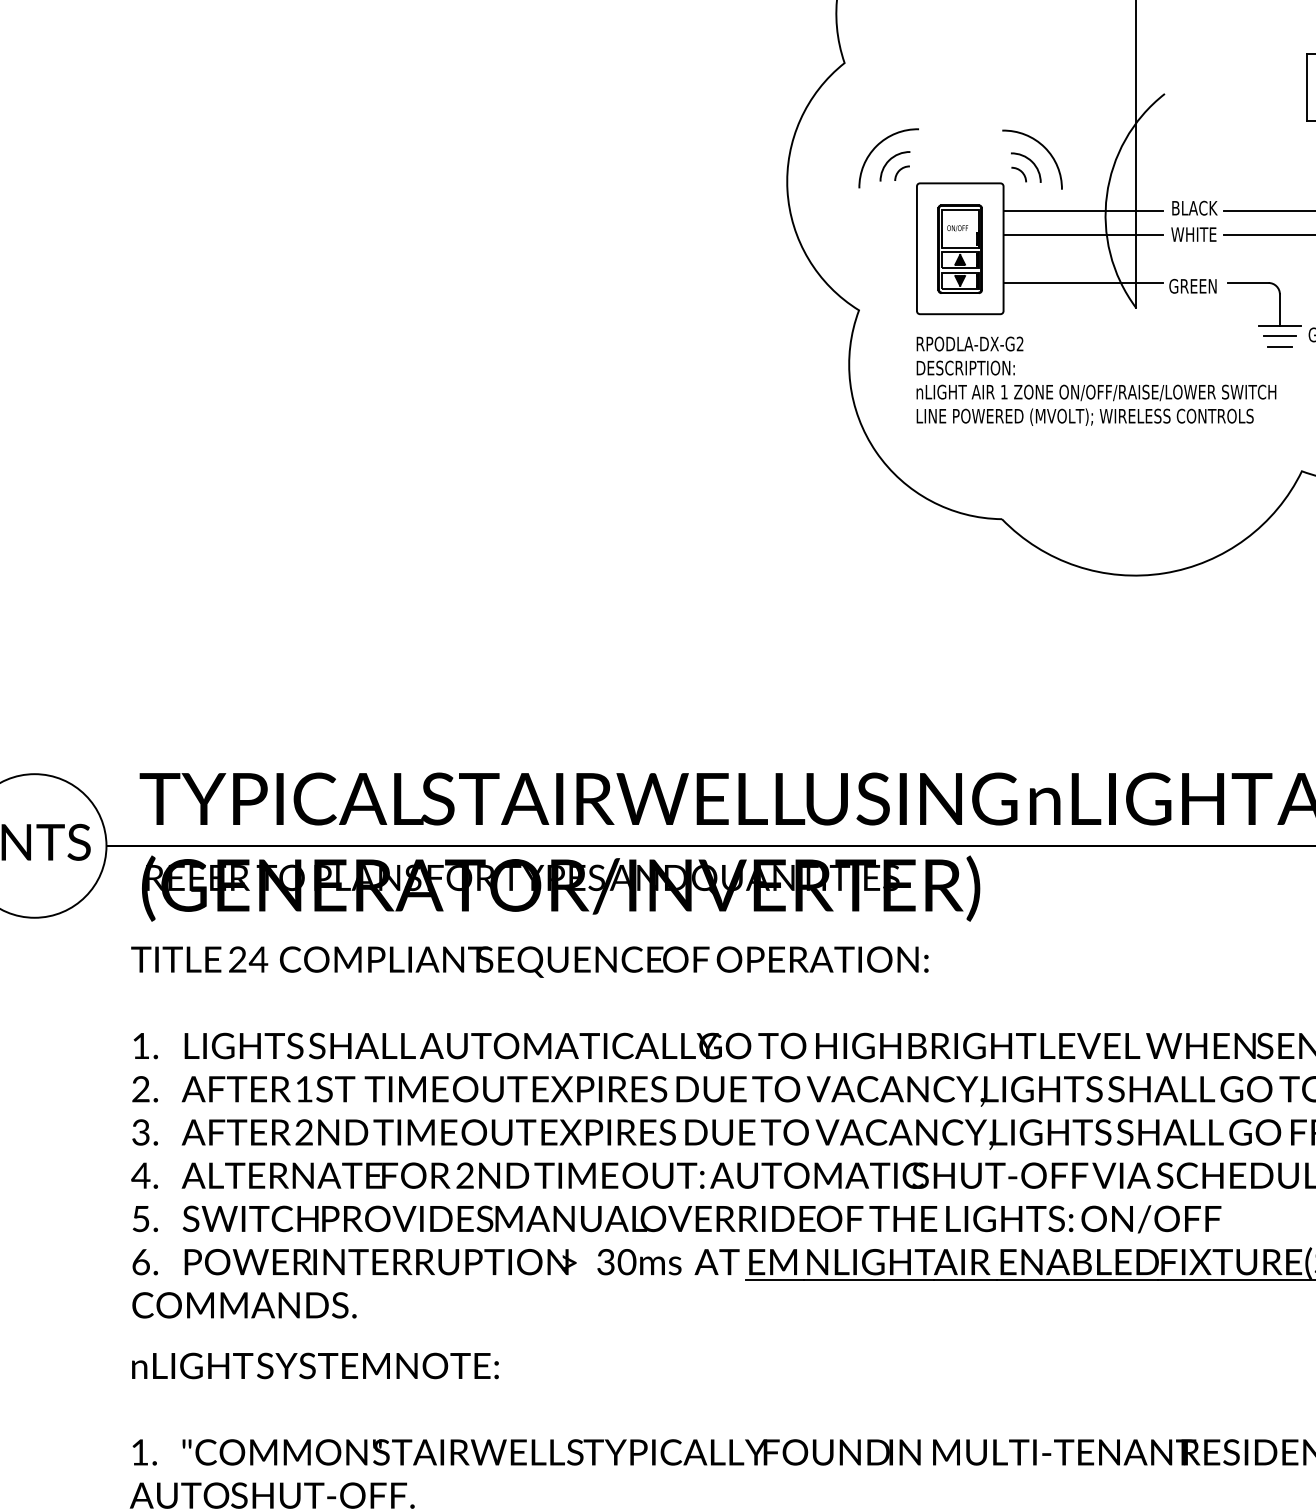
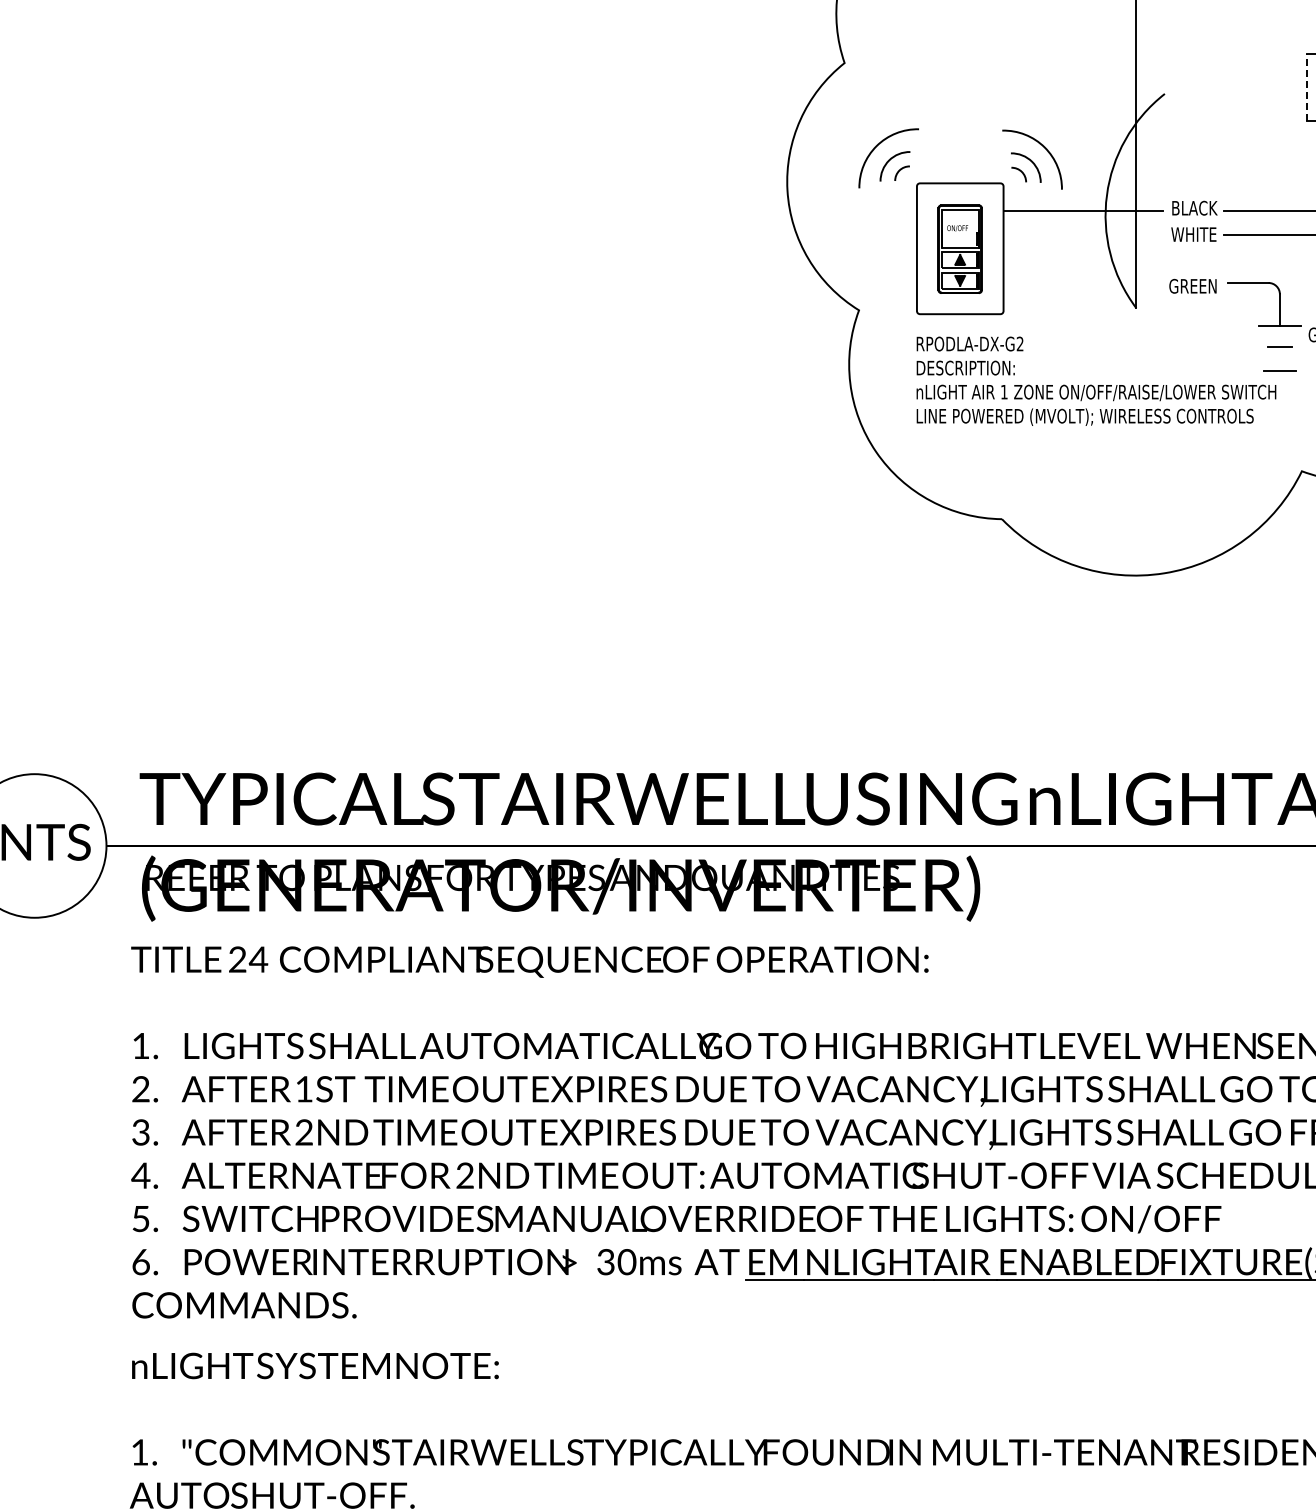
line at (1306, 87): solid -> dashed
line at (1083, 234): present -> none
line at (1083, 283): present -> none
line at (1279, 335) position: (1279, 335) -> (1279, 370)
